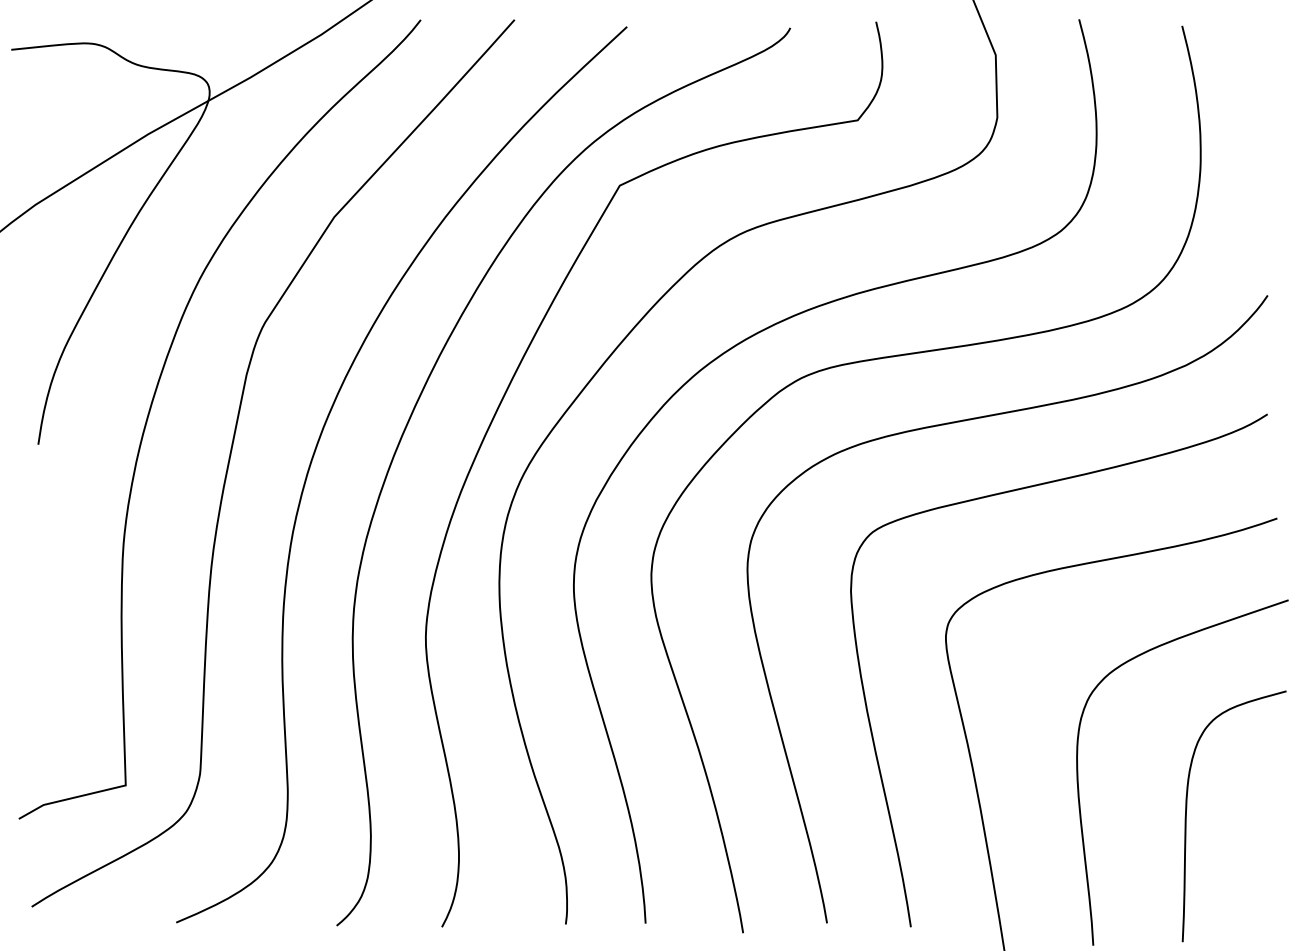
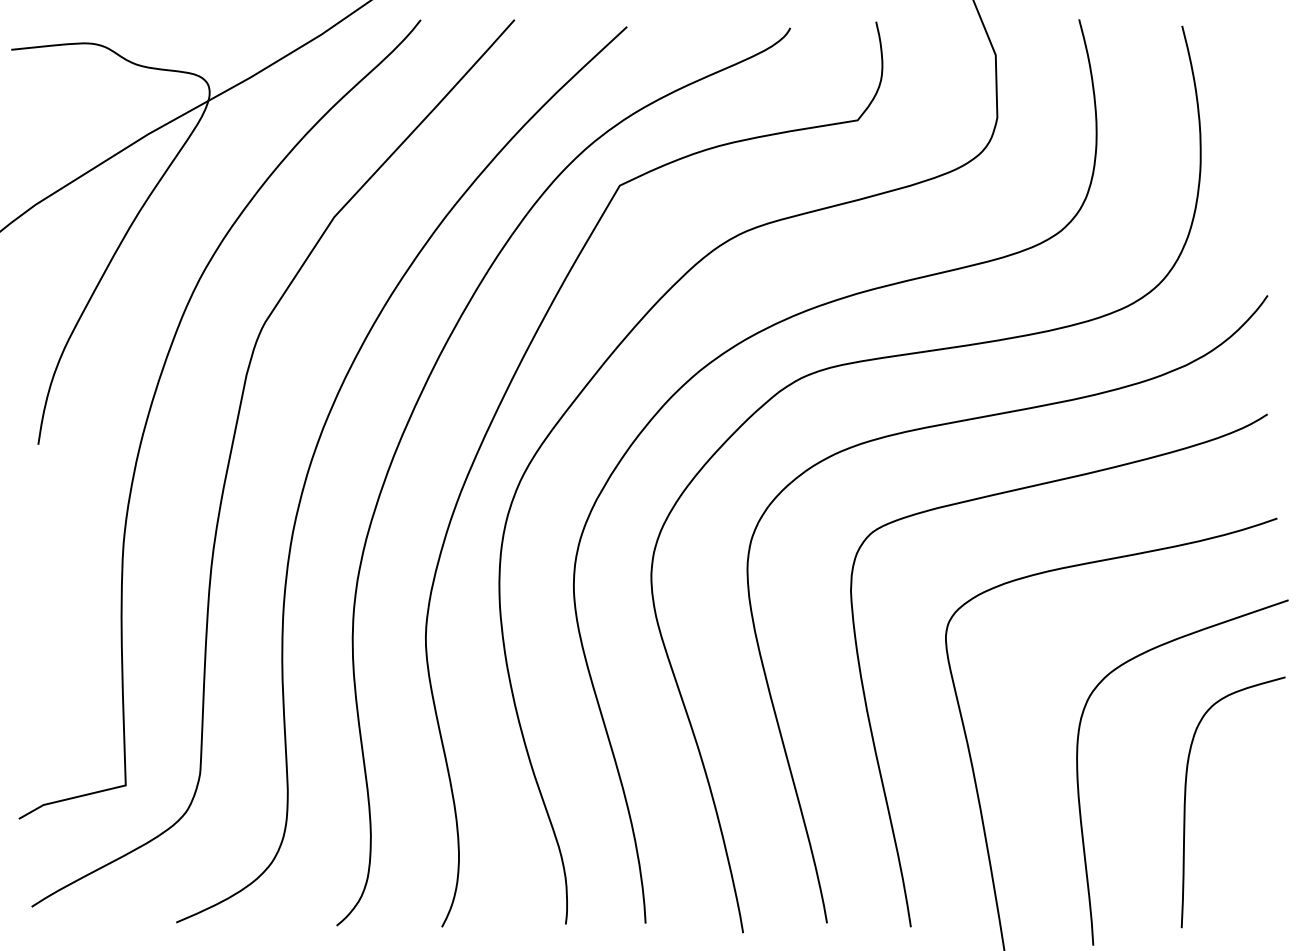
curve at (1187, 808) position: (1187, 808) -> (1186, 794)
